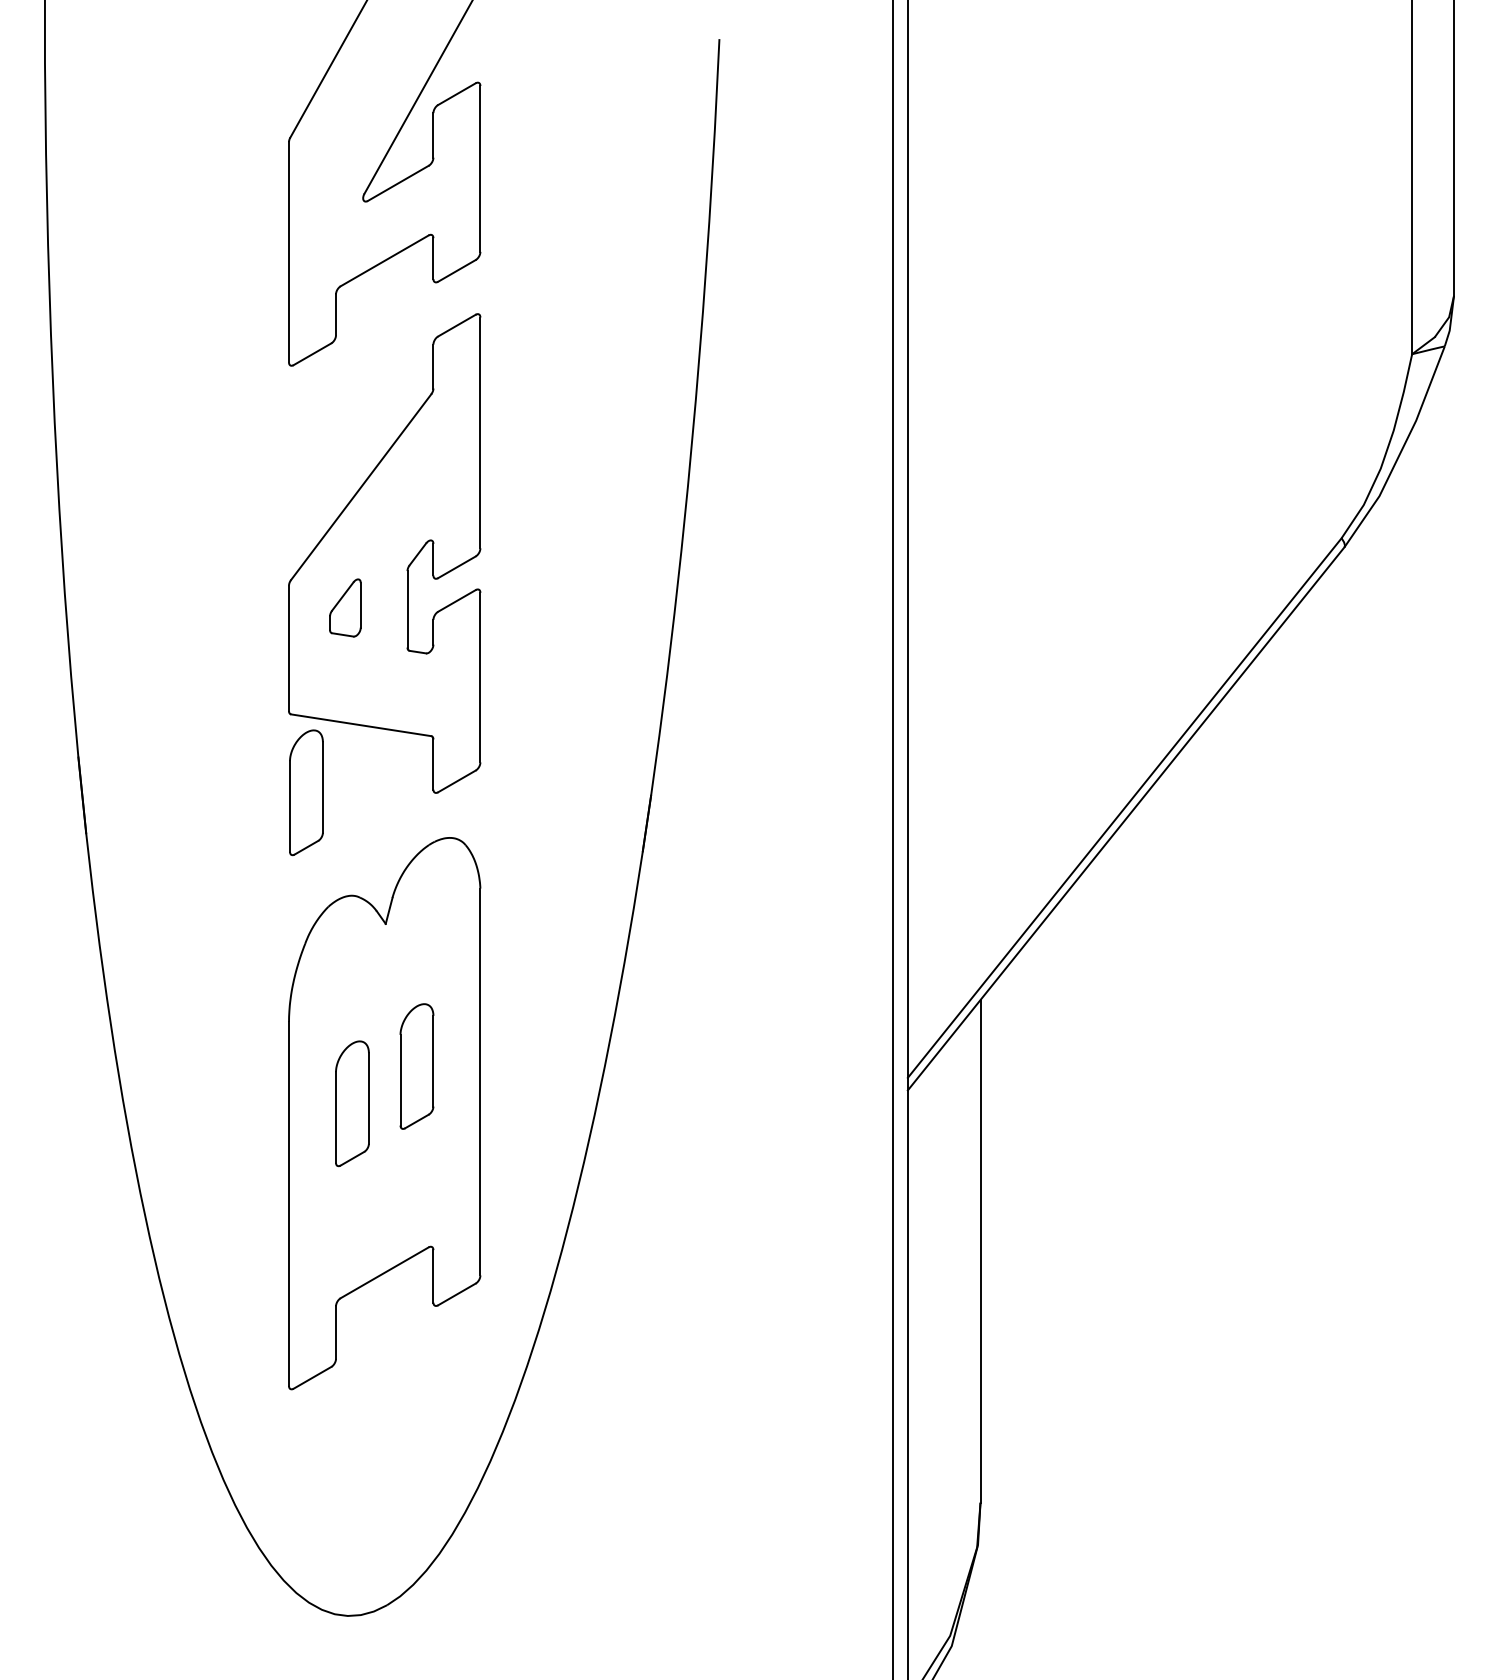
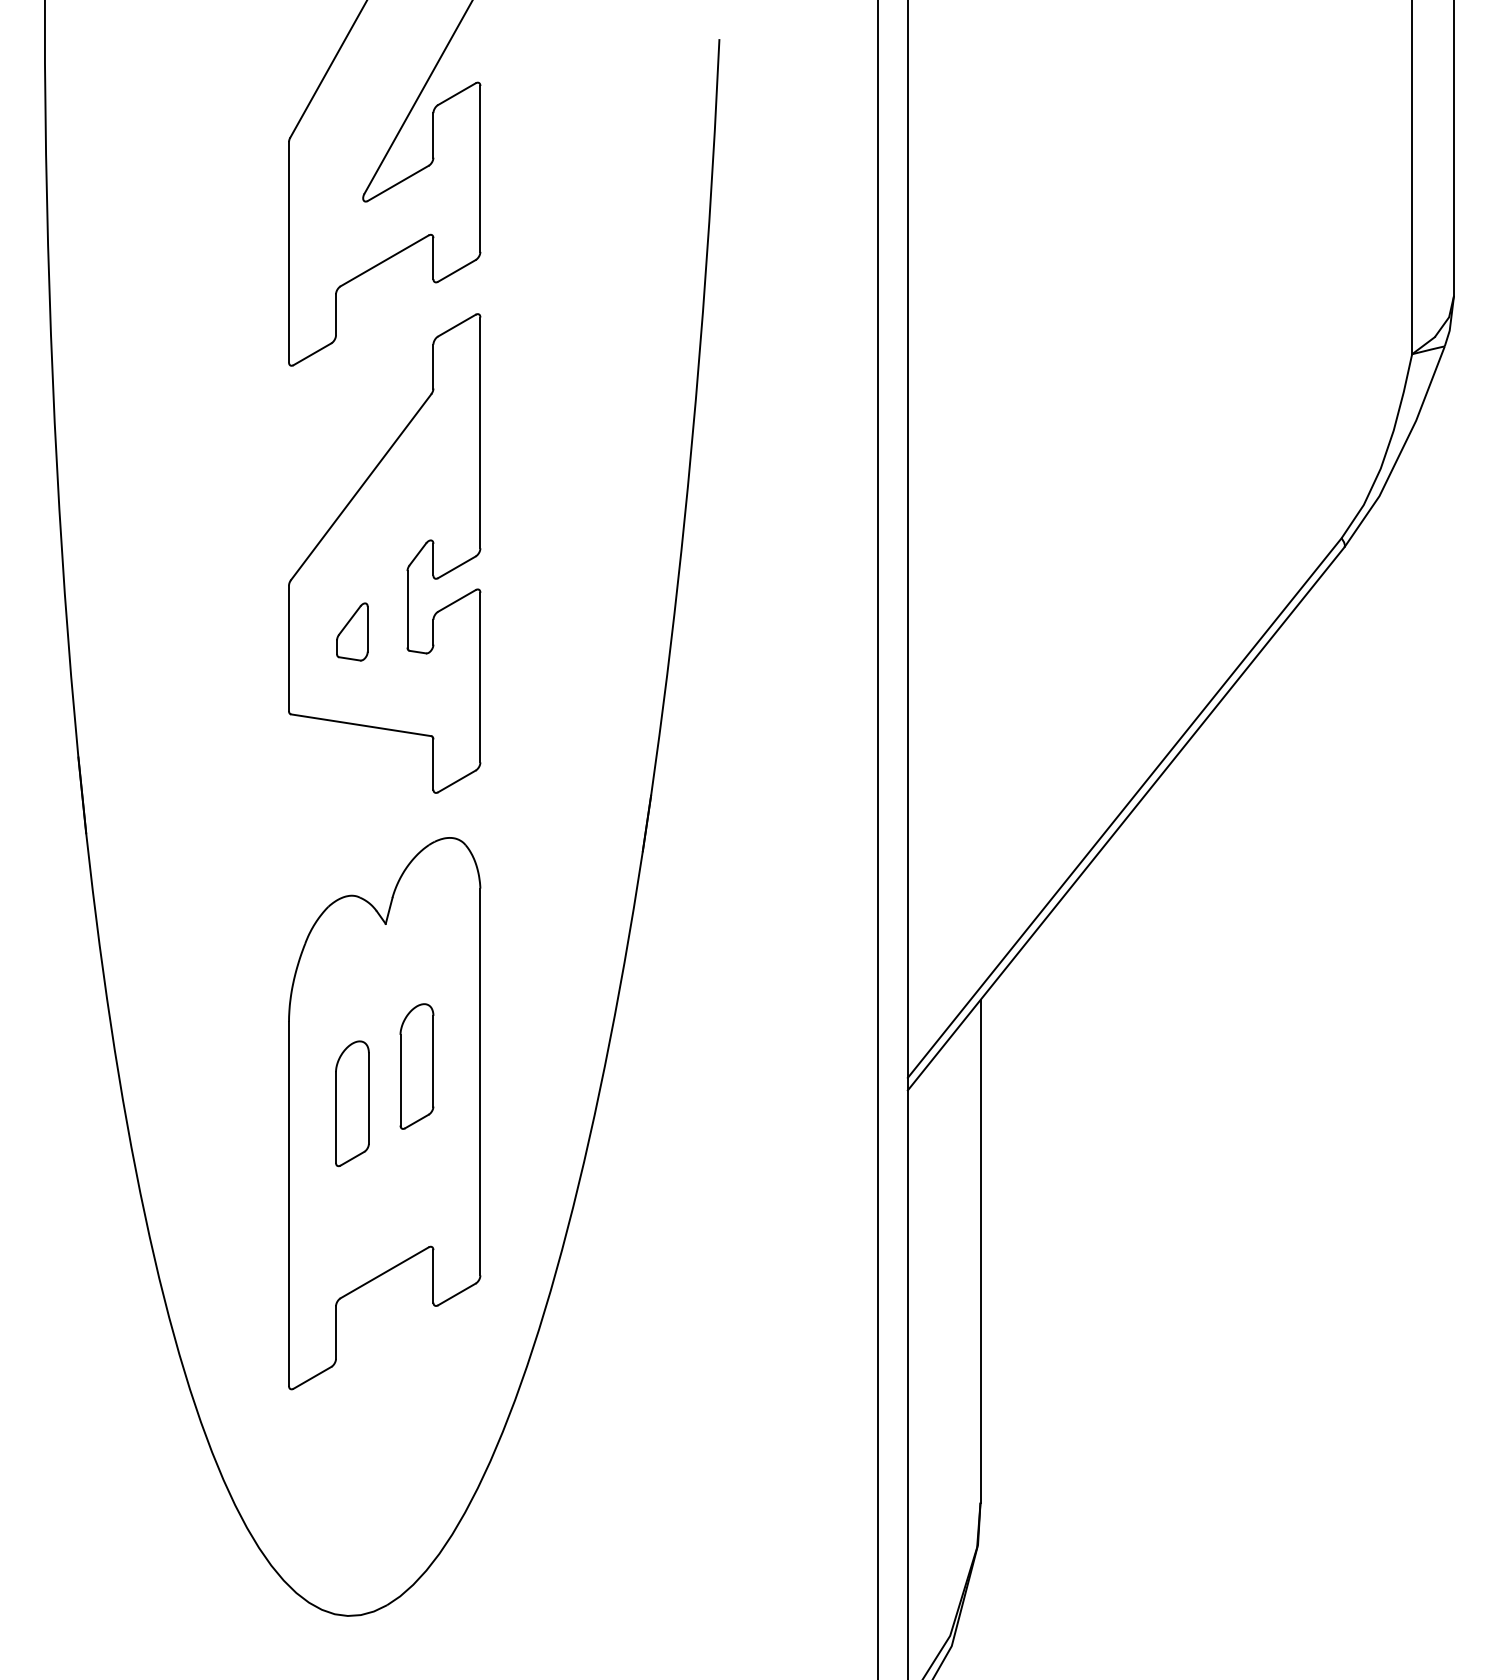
part at (345, 607) position: (345, 607) -> (352, 631)
part at (306, 792): present -> none
line at (892, 839) position: (892, 839) -> (877, 839)
